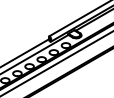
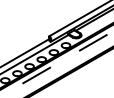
line at (56, 64): solid -> dashed
